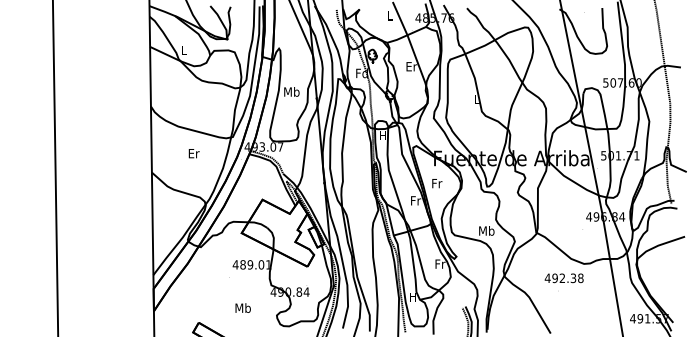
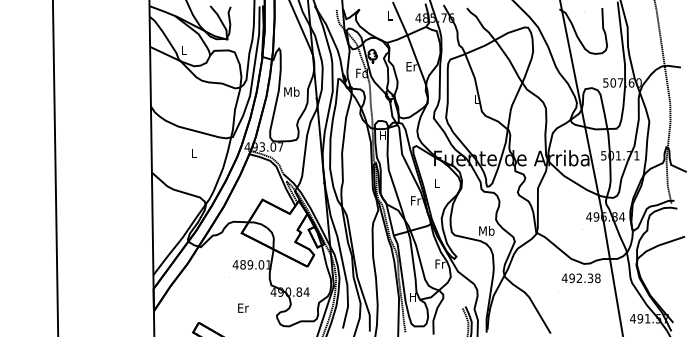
text at (193, 153): Er -> L
text at (437, 183): Fr -> L
text at (563, 278) position: (563, 278) -> (580, 278)
text at (242, 307): Mb -> Er
